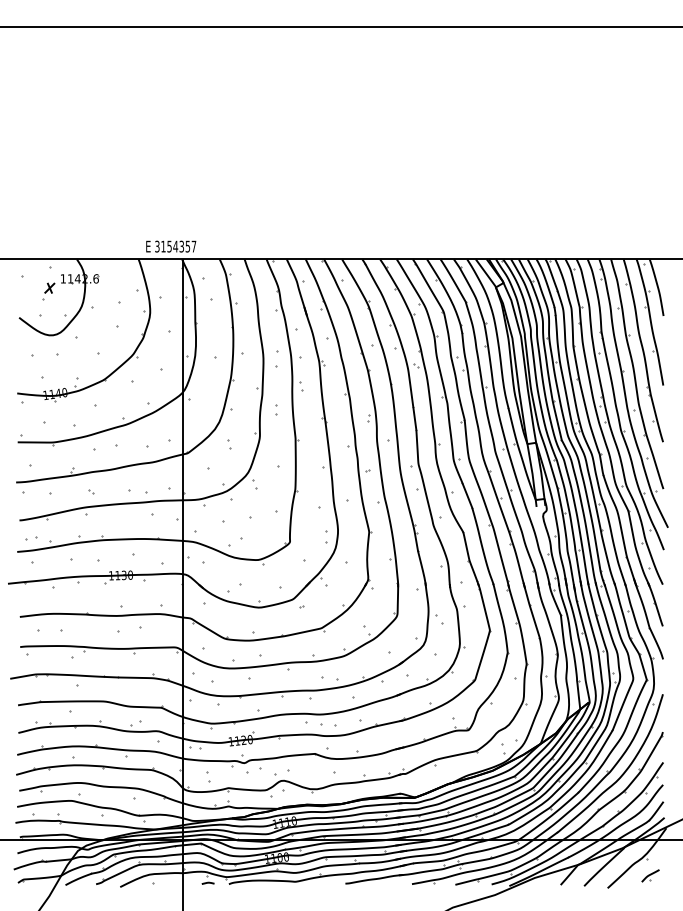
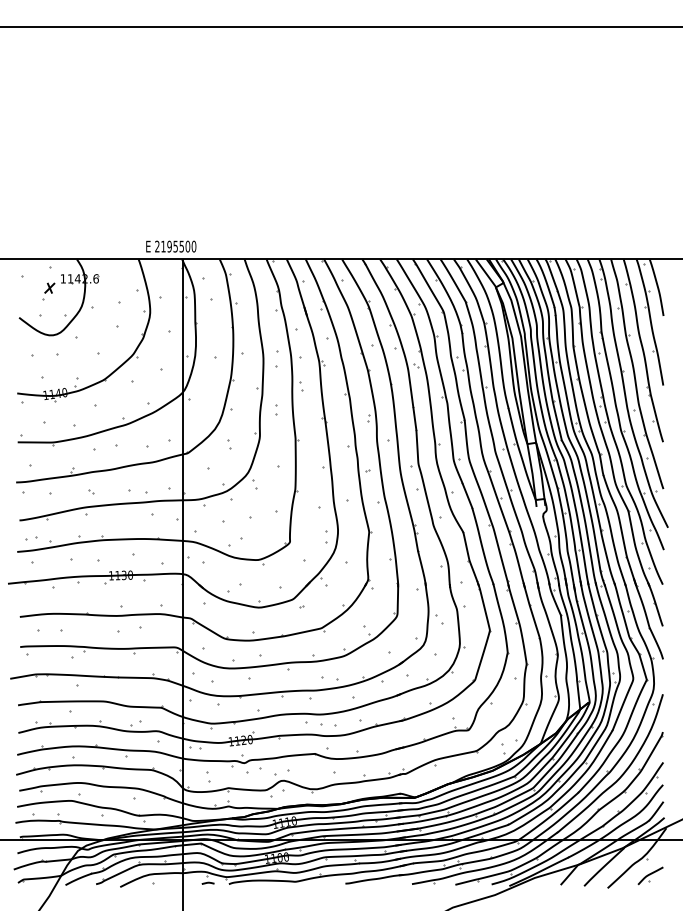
text at (175, 246): 3154357 -> 2195500
part at (650, 875) size: 19x14 px -> 27x20 px
